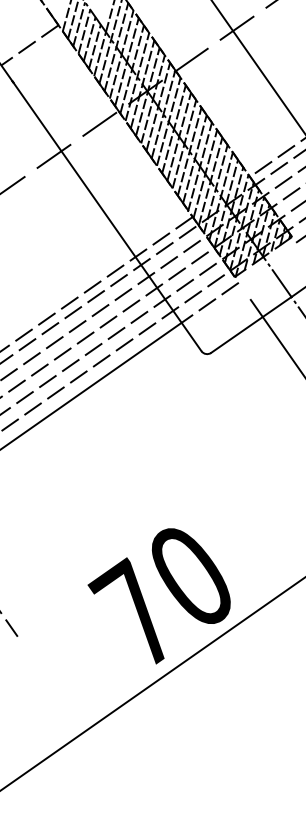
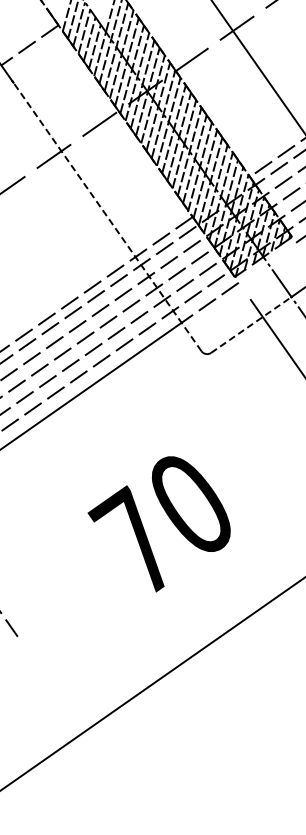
line at (107, 216): solid -> dashed
line at (251, 325): solid -> dashed
text at (158, 596) position: (158, 596) -> (158, 524)
